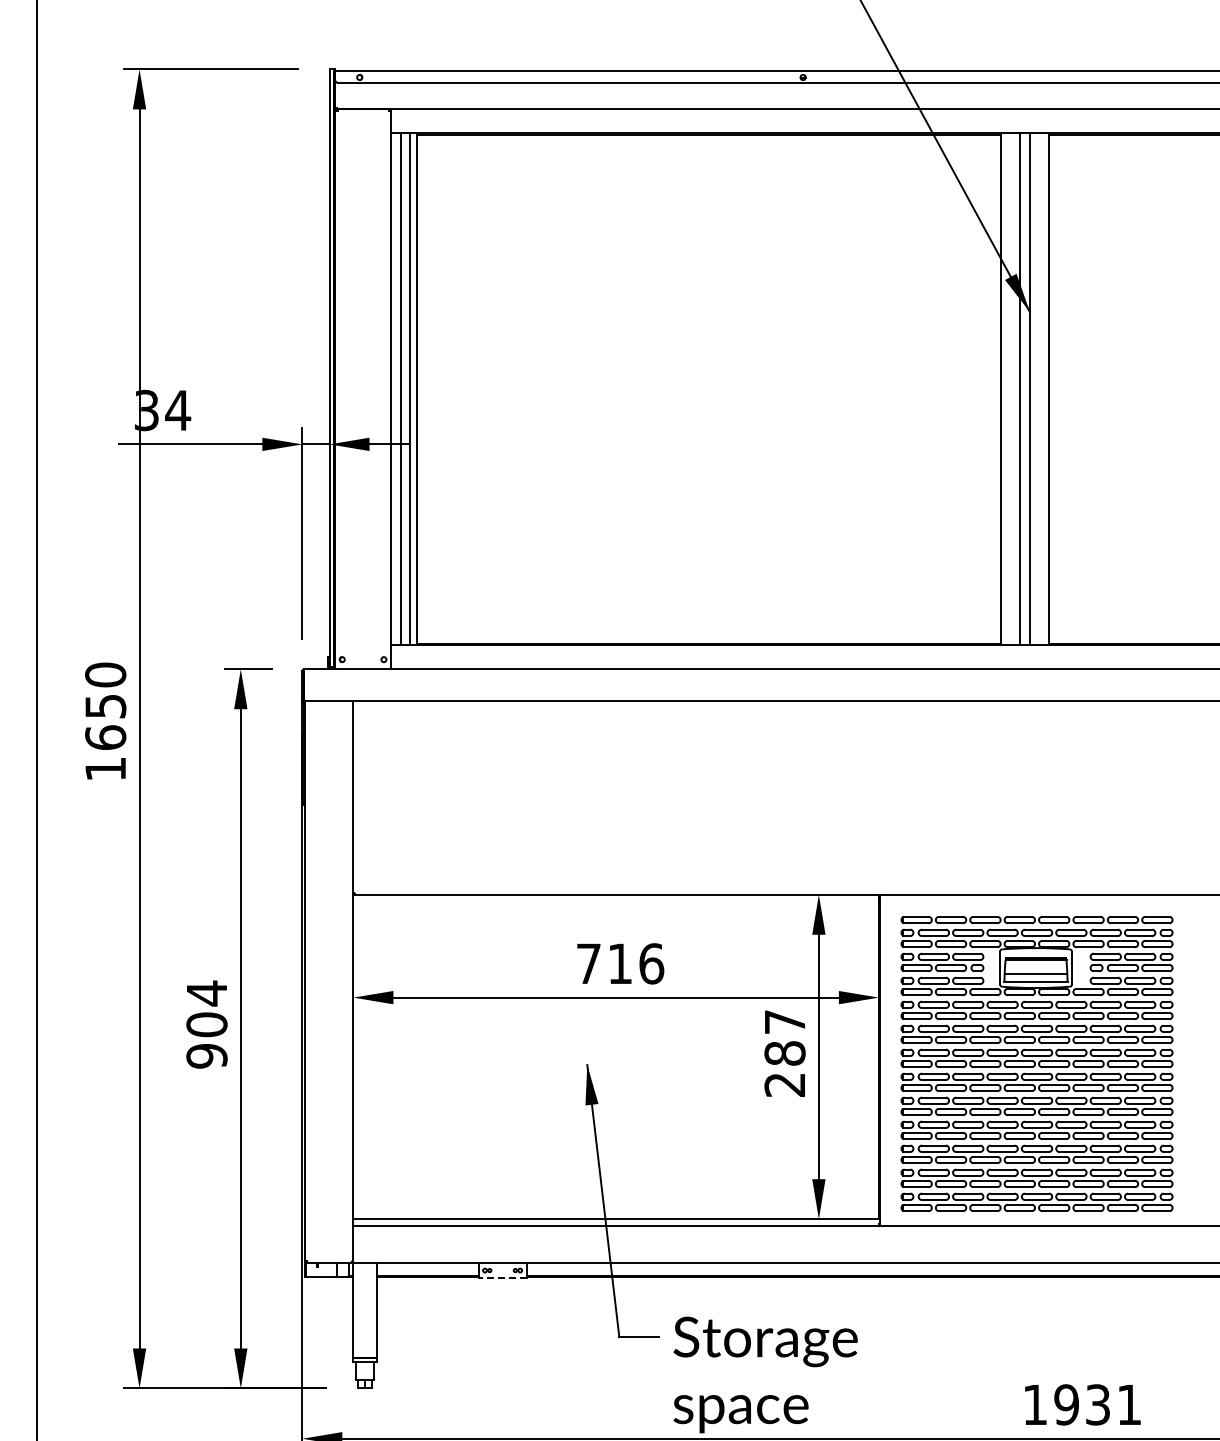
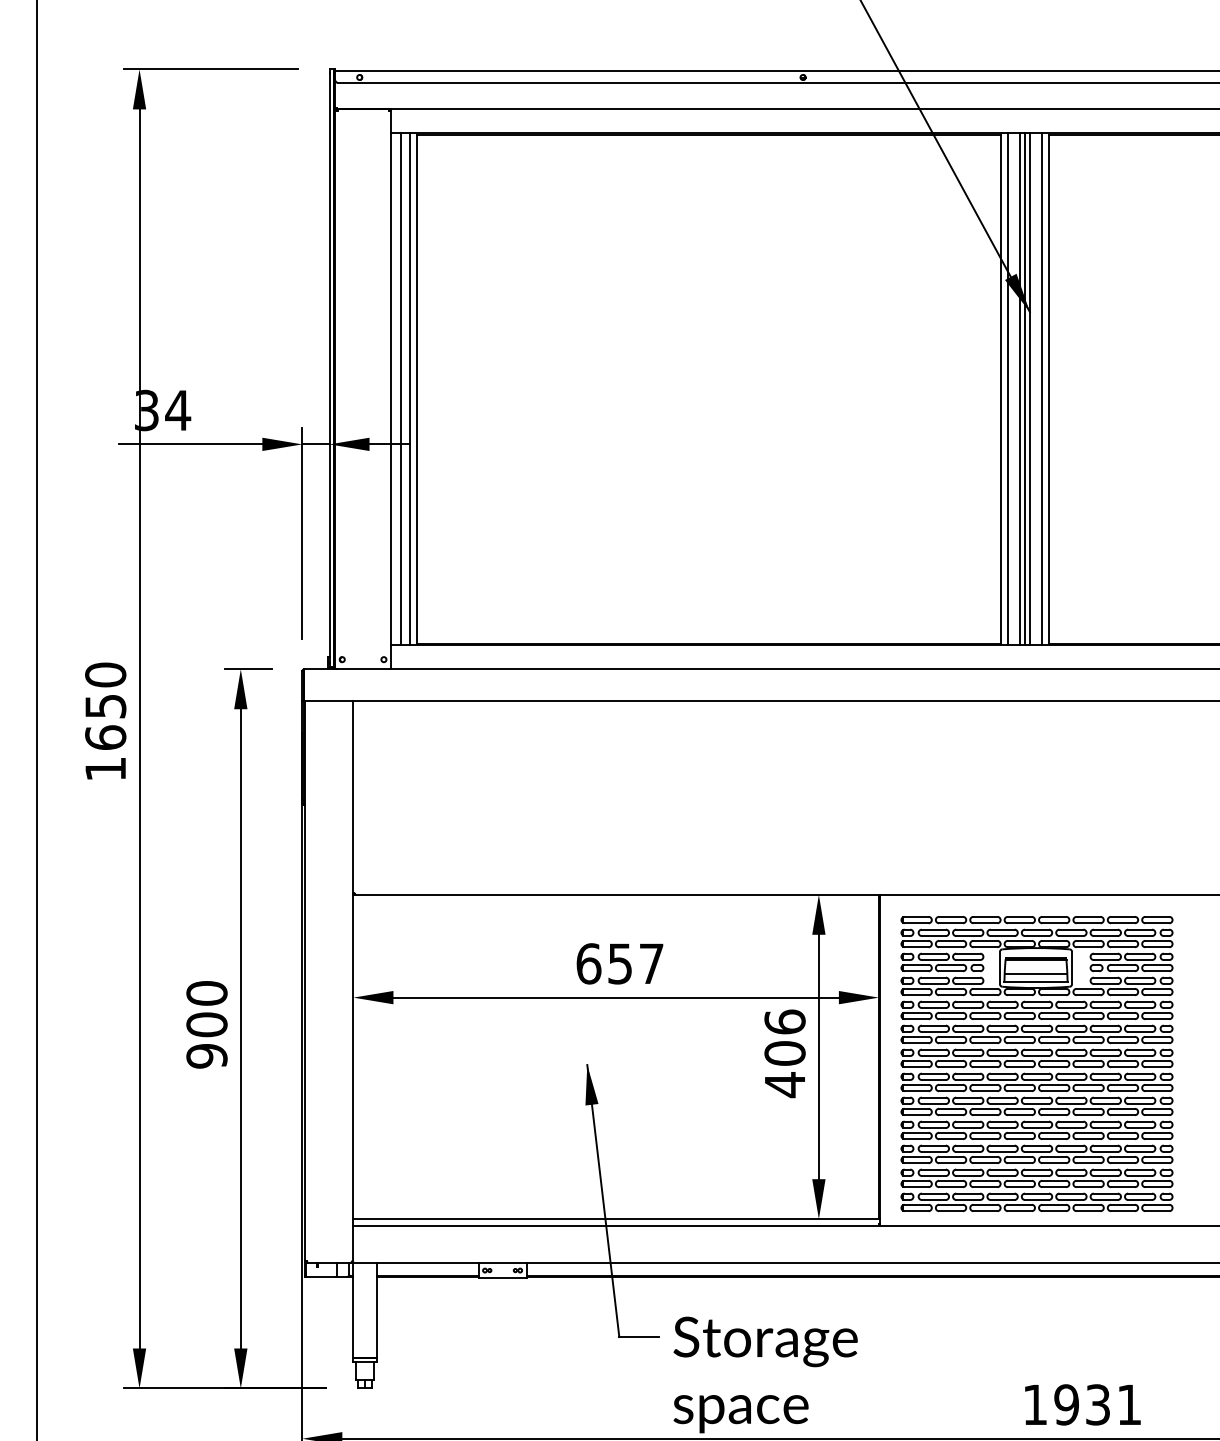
line at (1007, 389): none -> present
line at (1024, 389): none -> present
line at (1041, 389): none -> present
text at (620, 963): 716 -> 657
text at (206, 993): 904 -> 900
text at (784, 1053): 287 -> 406
line at (502, 1277): dashed -> solid
